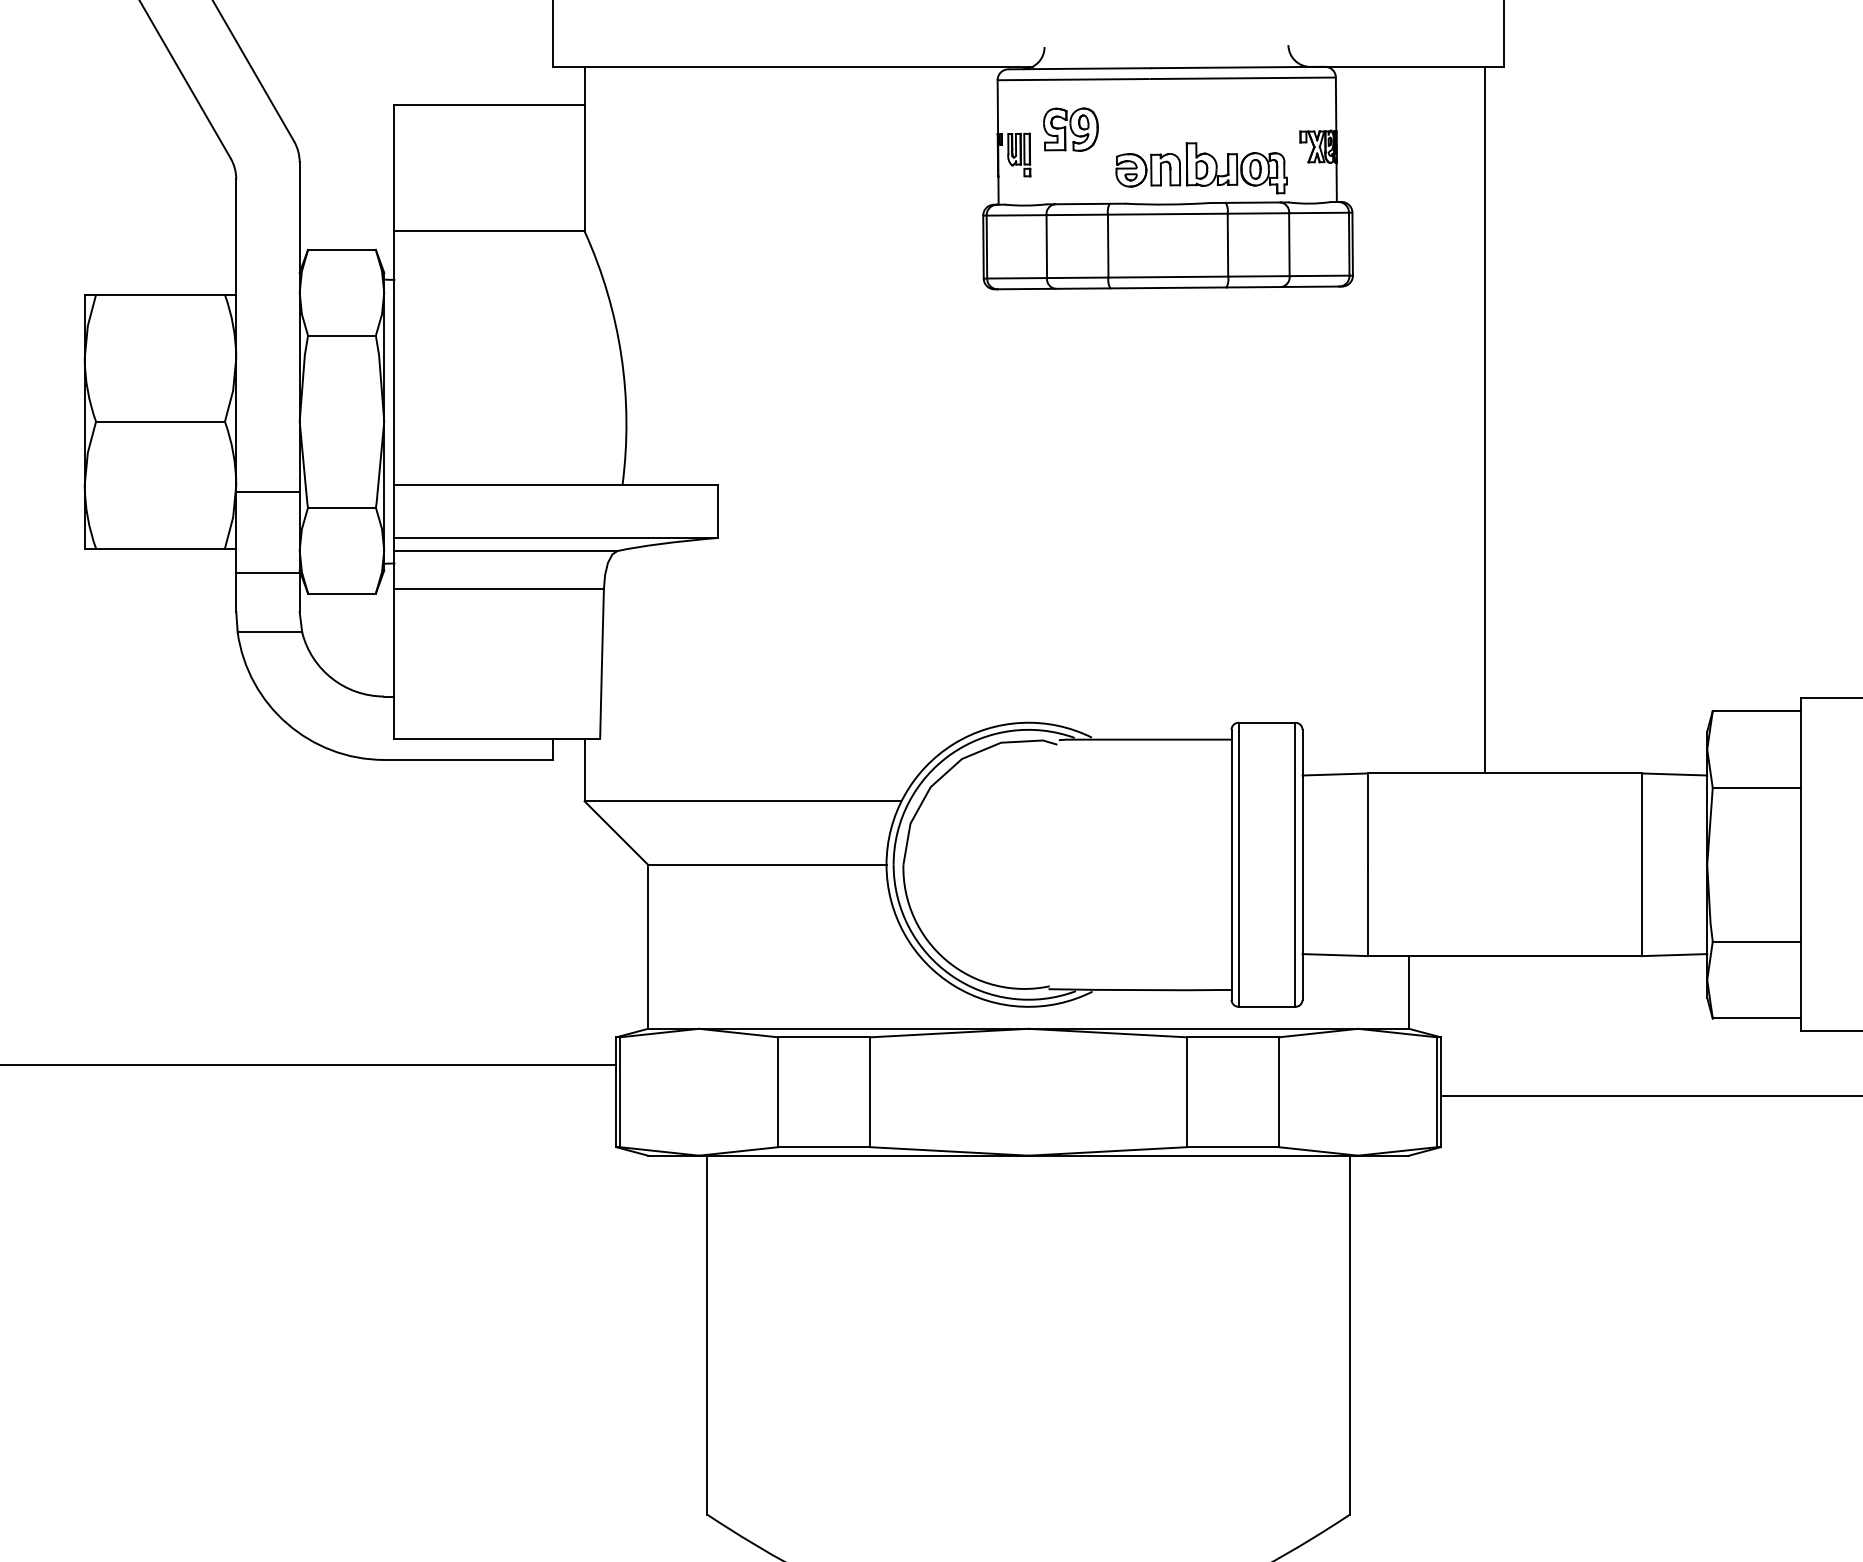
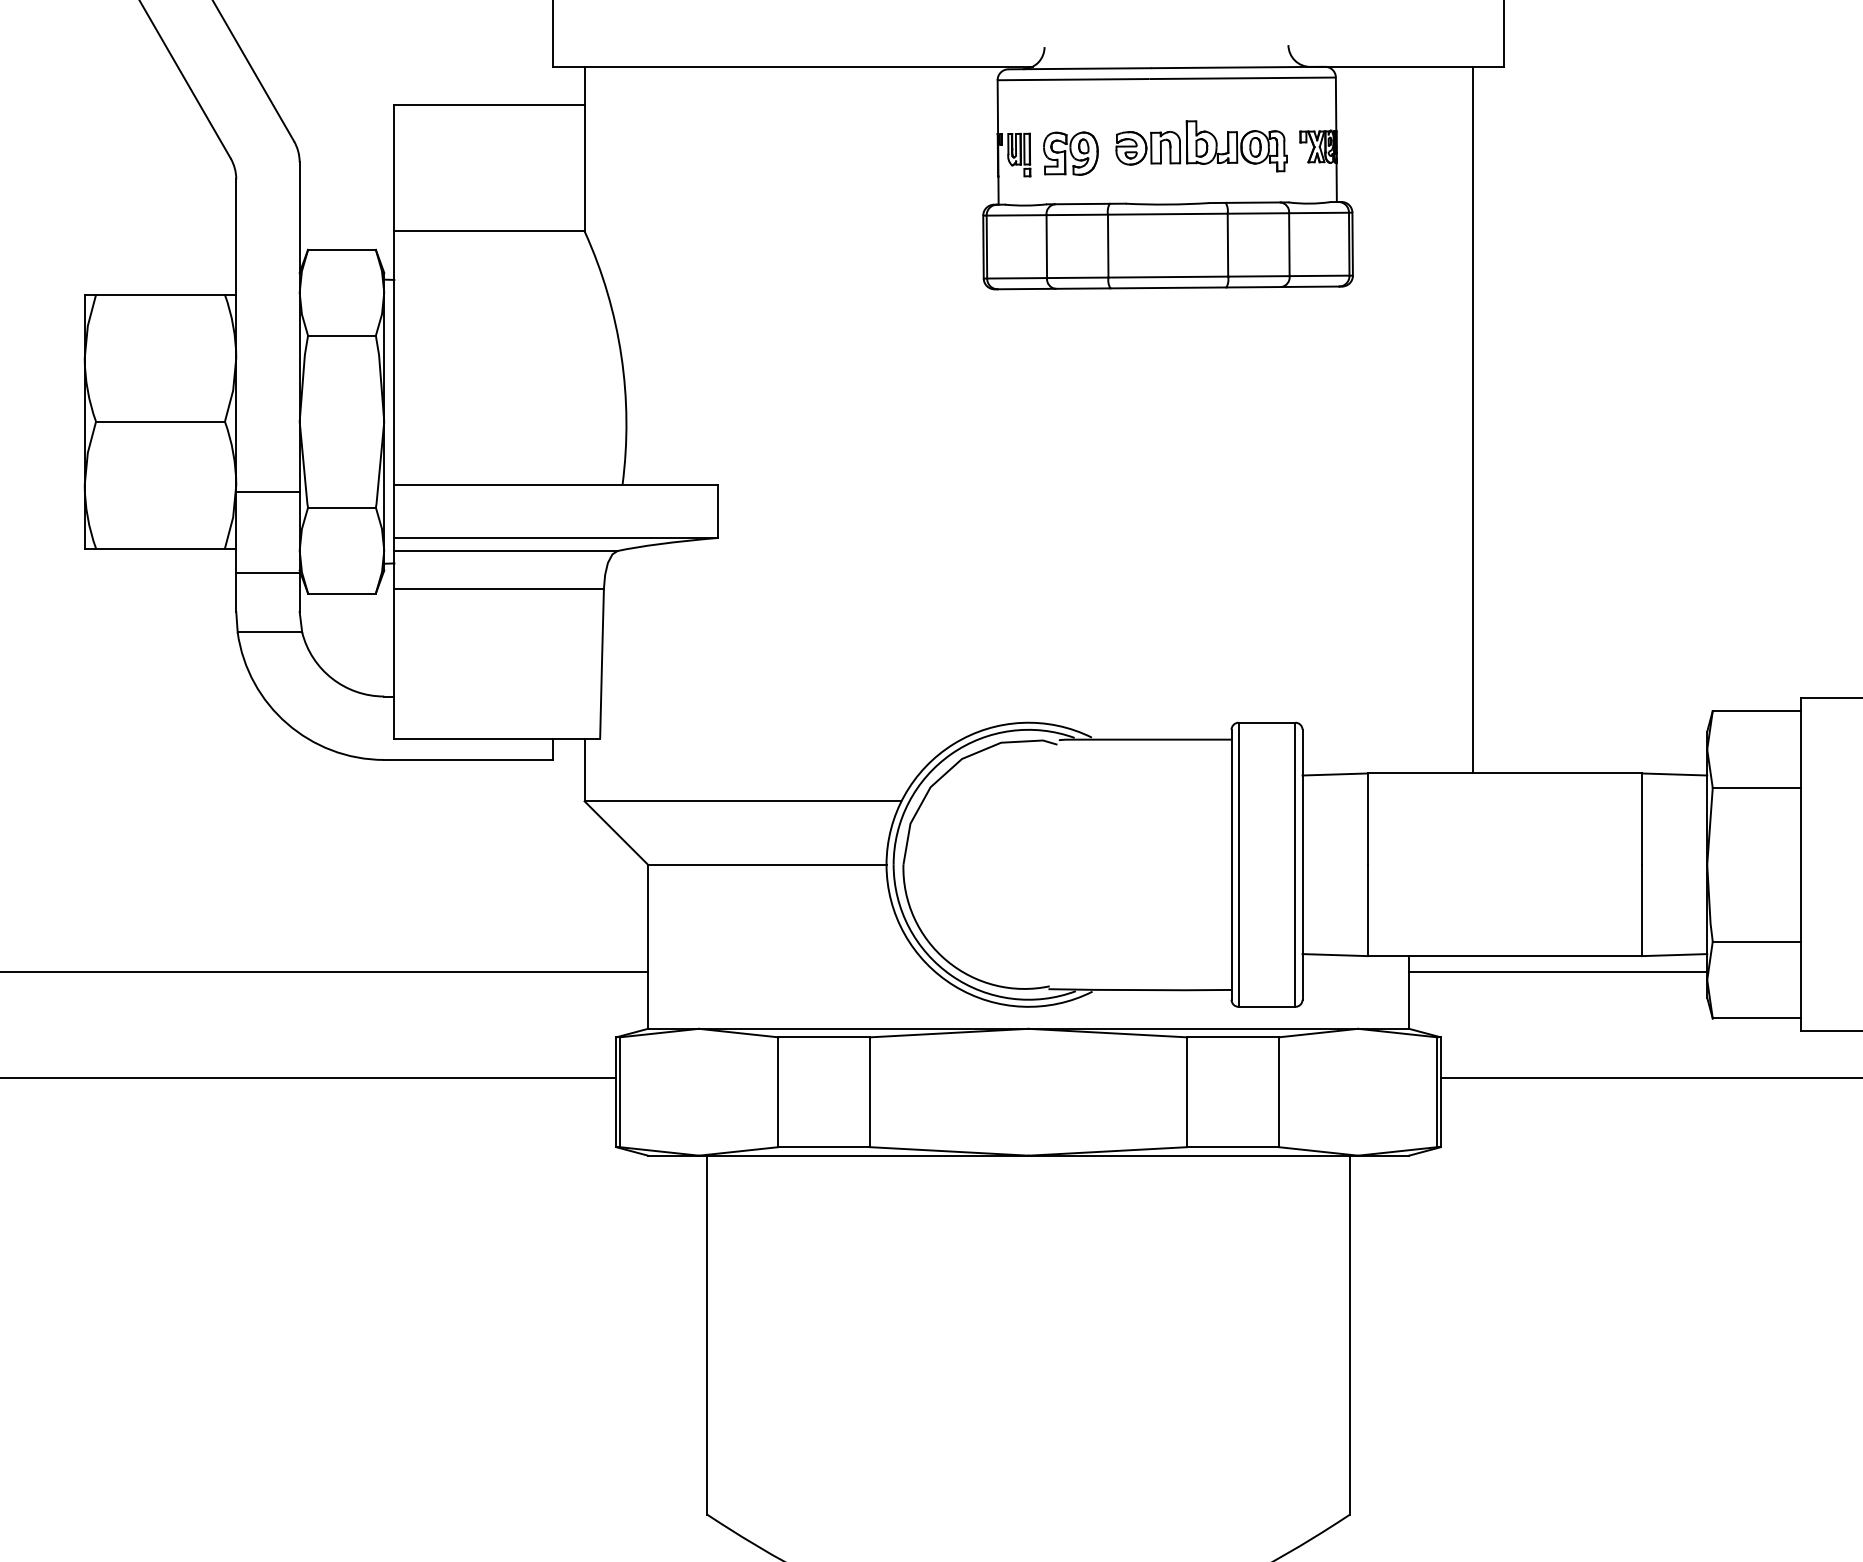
part at (1070, 129) position: (1070, 129) -> (1070, 153)
part at (1201, 168) position: (1201, 168) -> (1201, 146)
line at (1484, 419) position: (1484, 419) -> (1472, 419)
line at (325, 972): none -> present
line at (1558, 972): none -> present
line at (309, 1065) position: (309, 1065) -> (309, 1078)
line at (1649, 1096) position: (1649, 1096) -> (1649, 1078)
